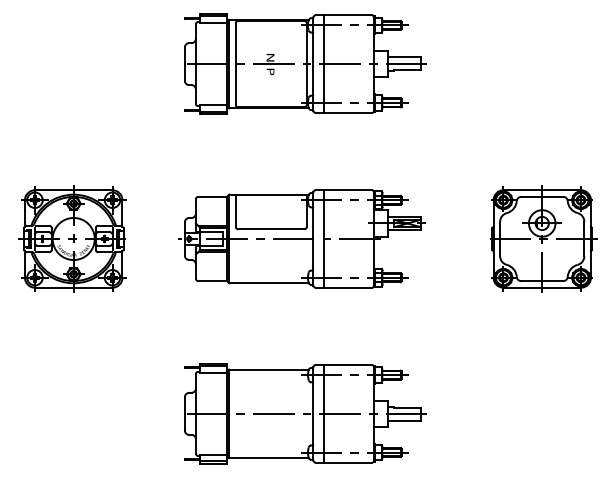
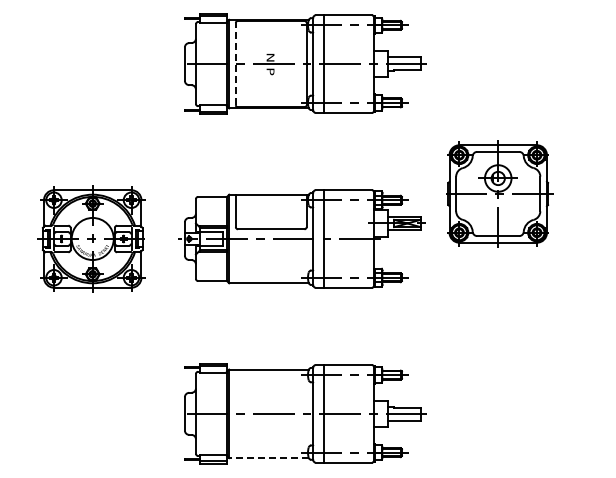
line at (235, 63): solid -> dashed
part at (72, 238) position: (72, 238) -> (91, 238)
part at (543, 238) position: (543, 238) -> (499, 193)
line at (269, 458): solid -> dashed
